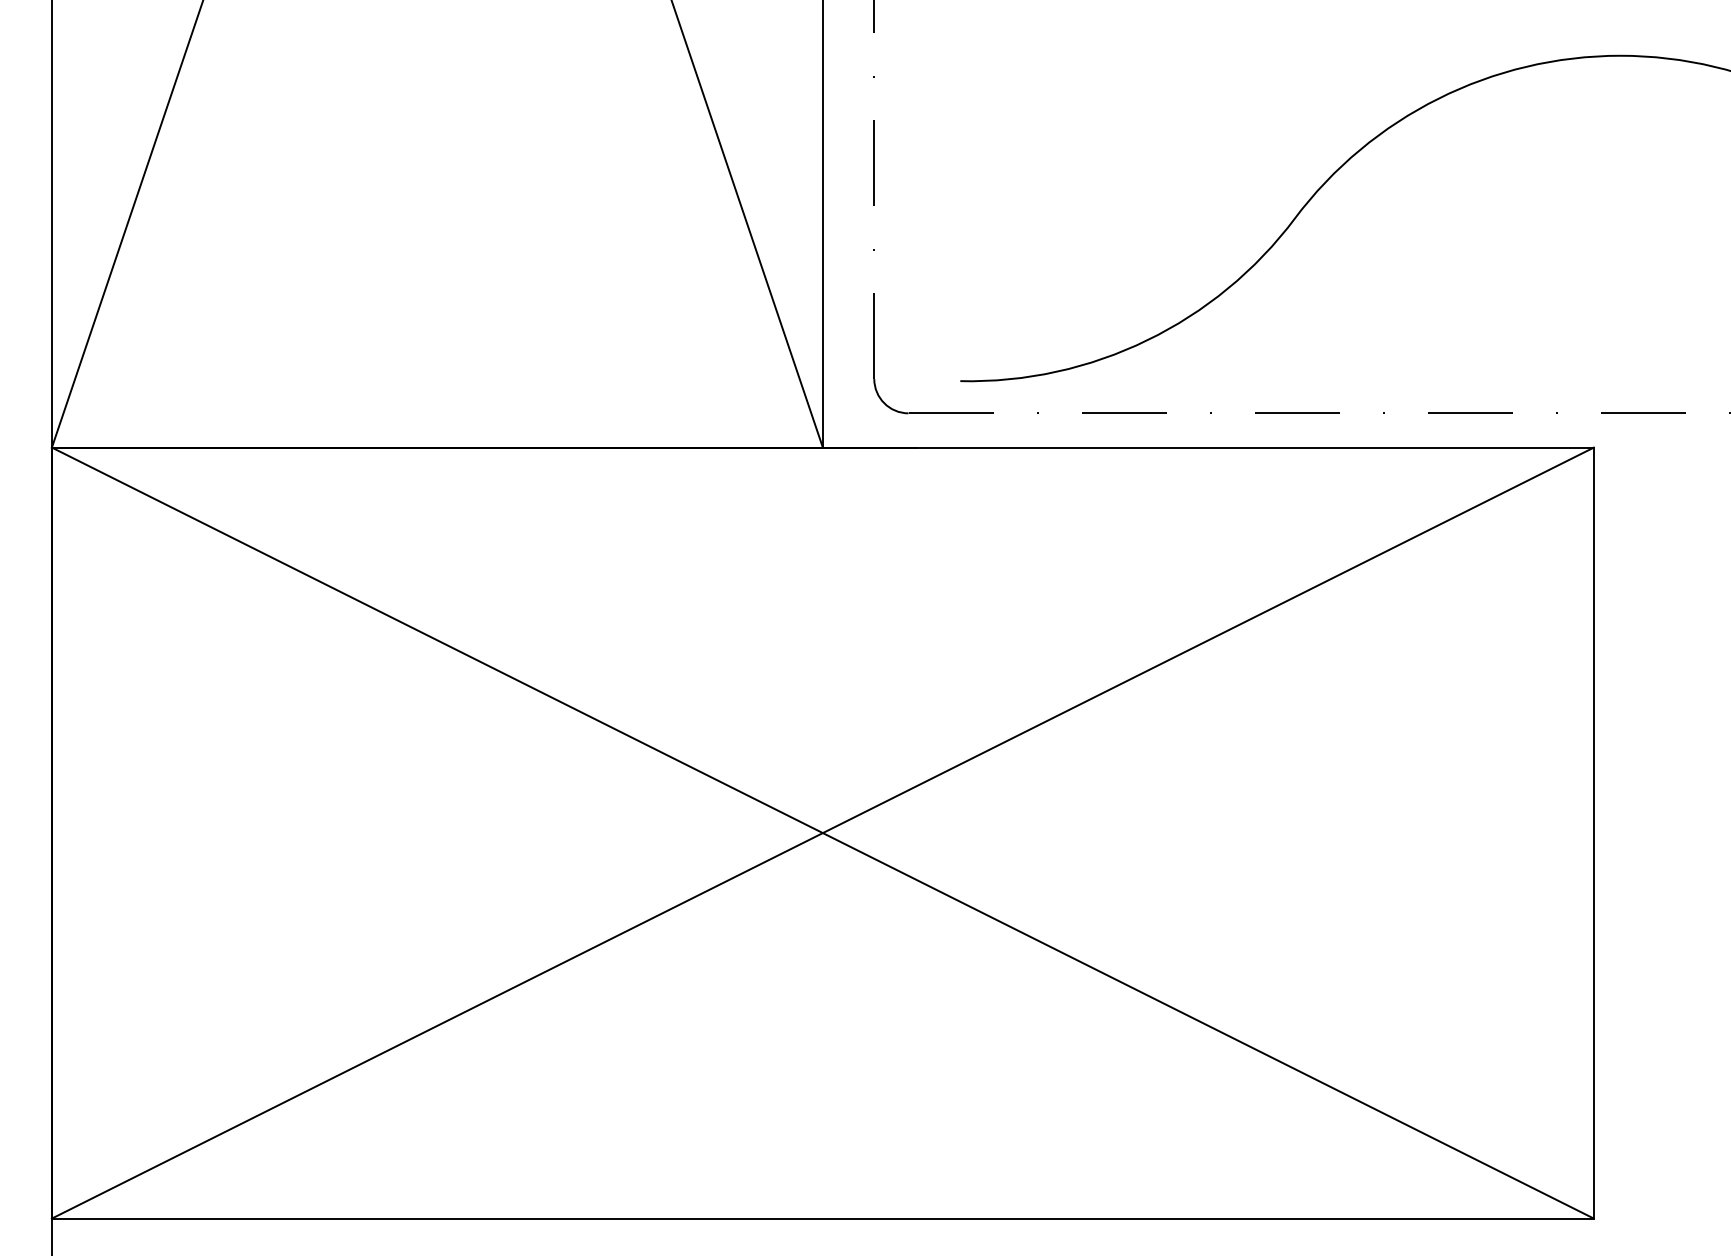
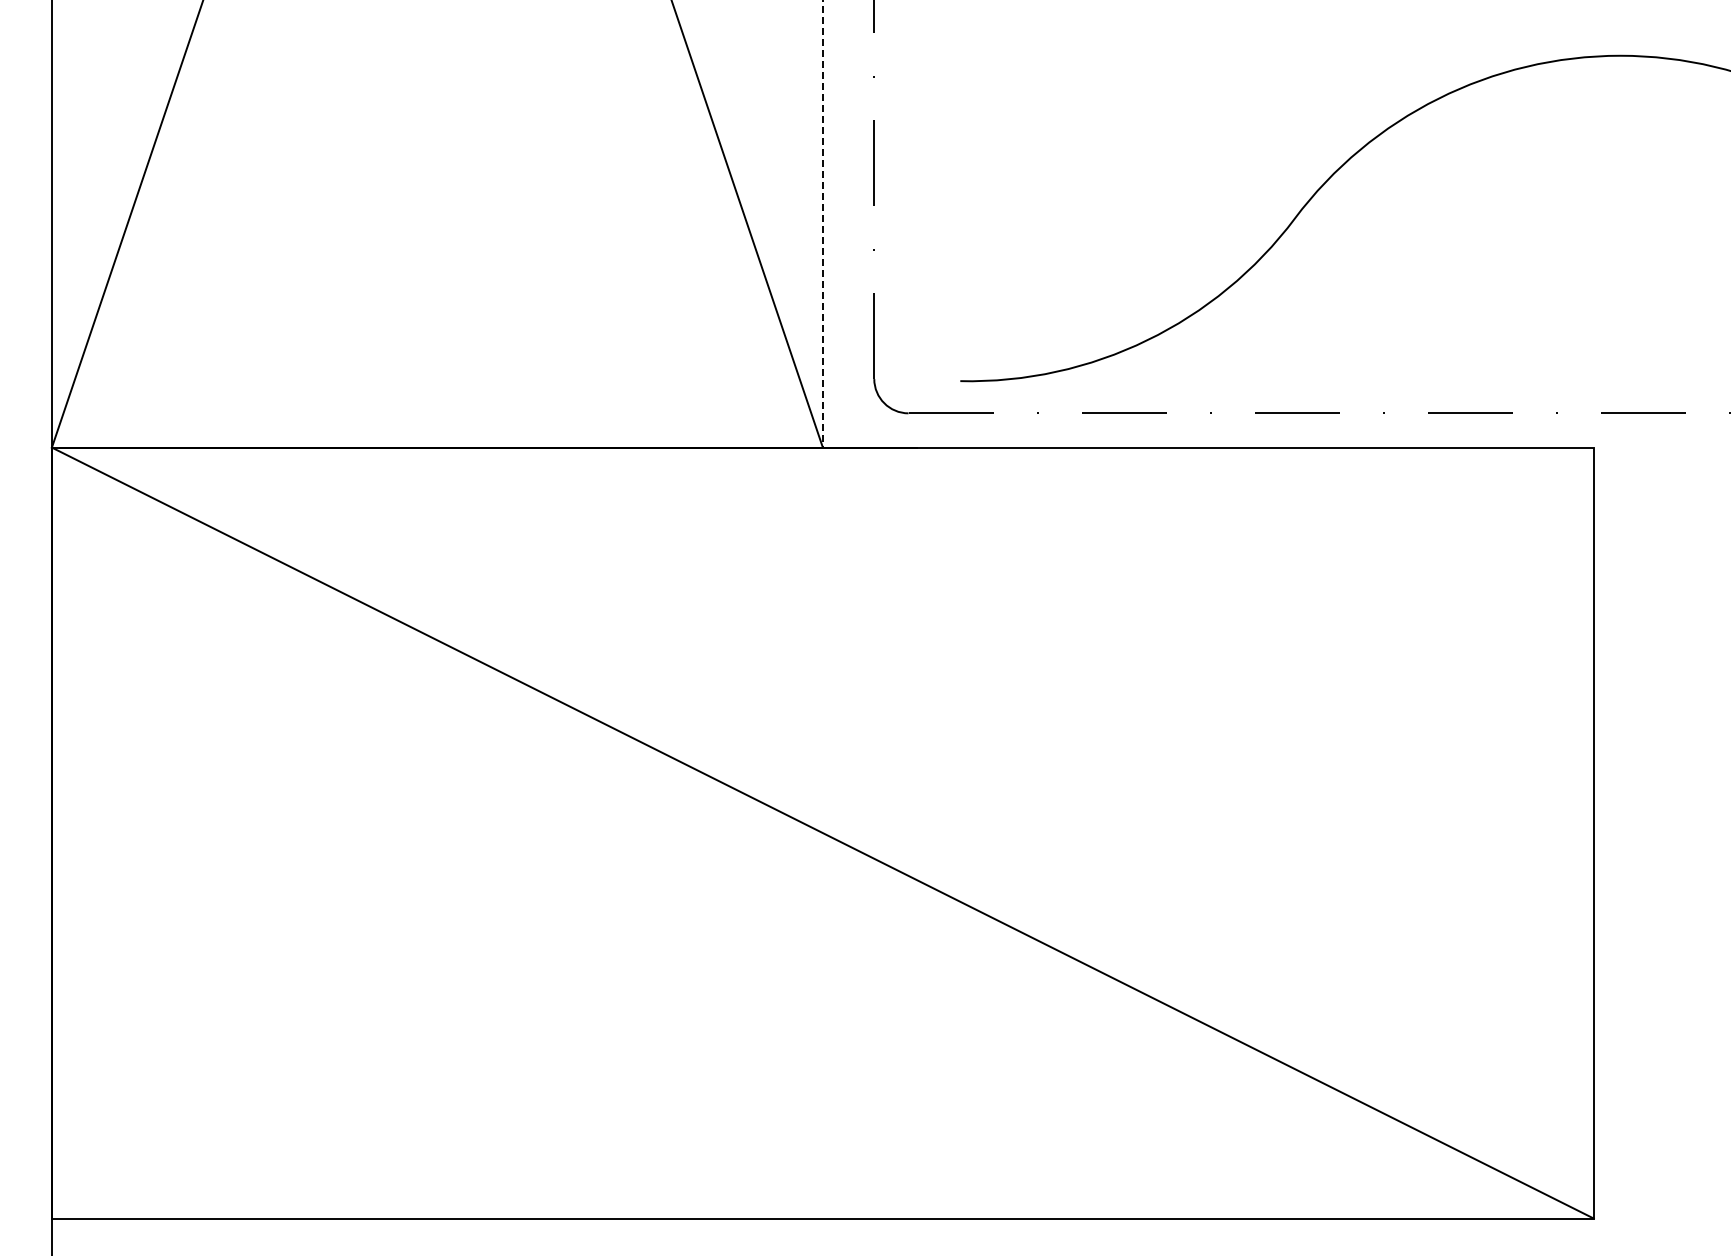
line at (822, 224): solid -> dashed
line at (822, 832): present -> none
